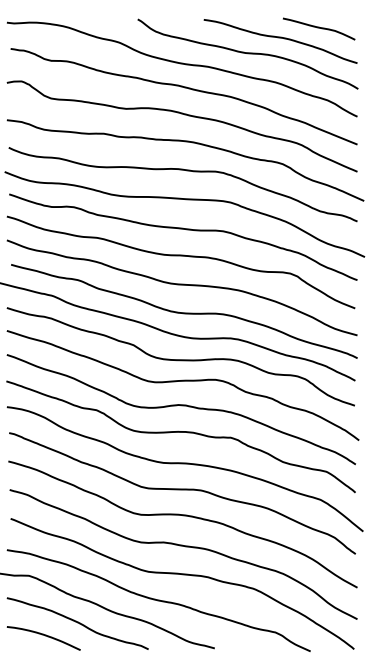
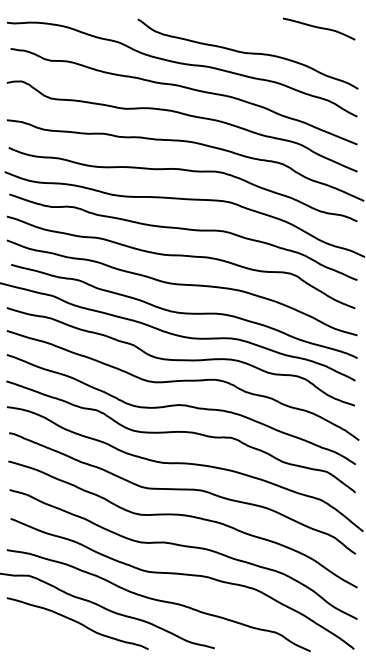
curve at (280, 38): present -> none
curve at (45, 636): present -> none
